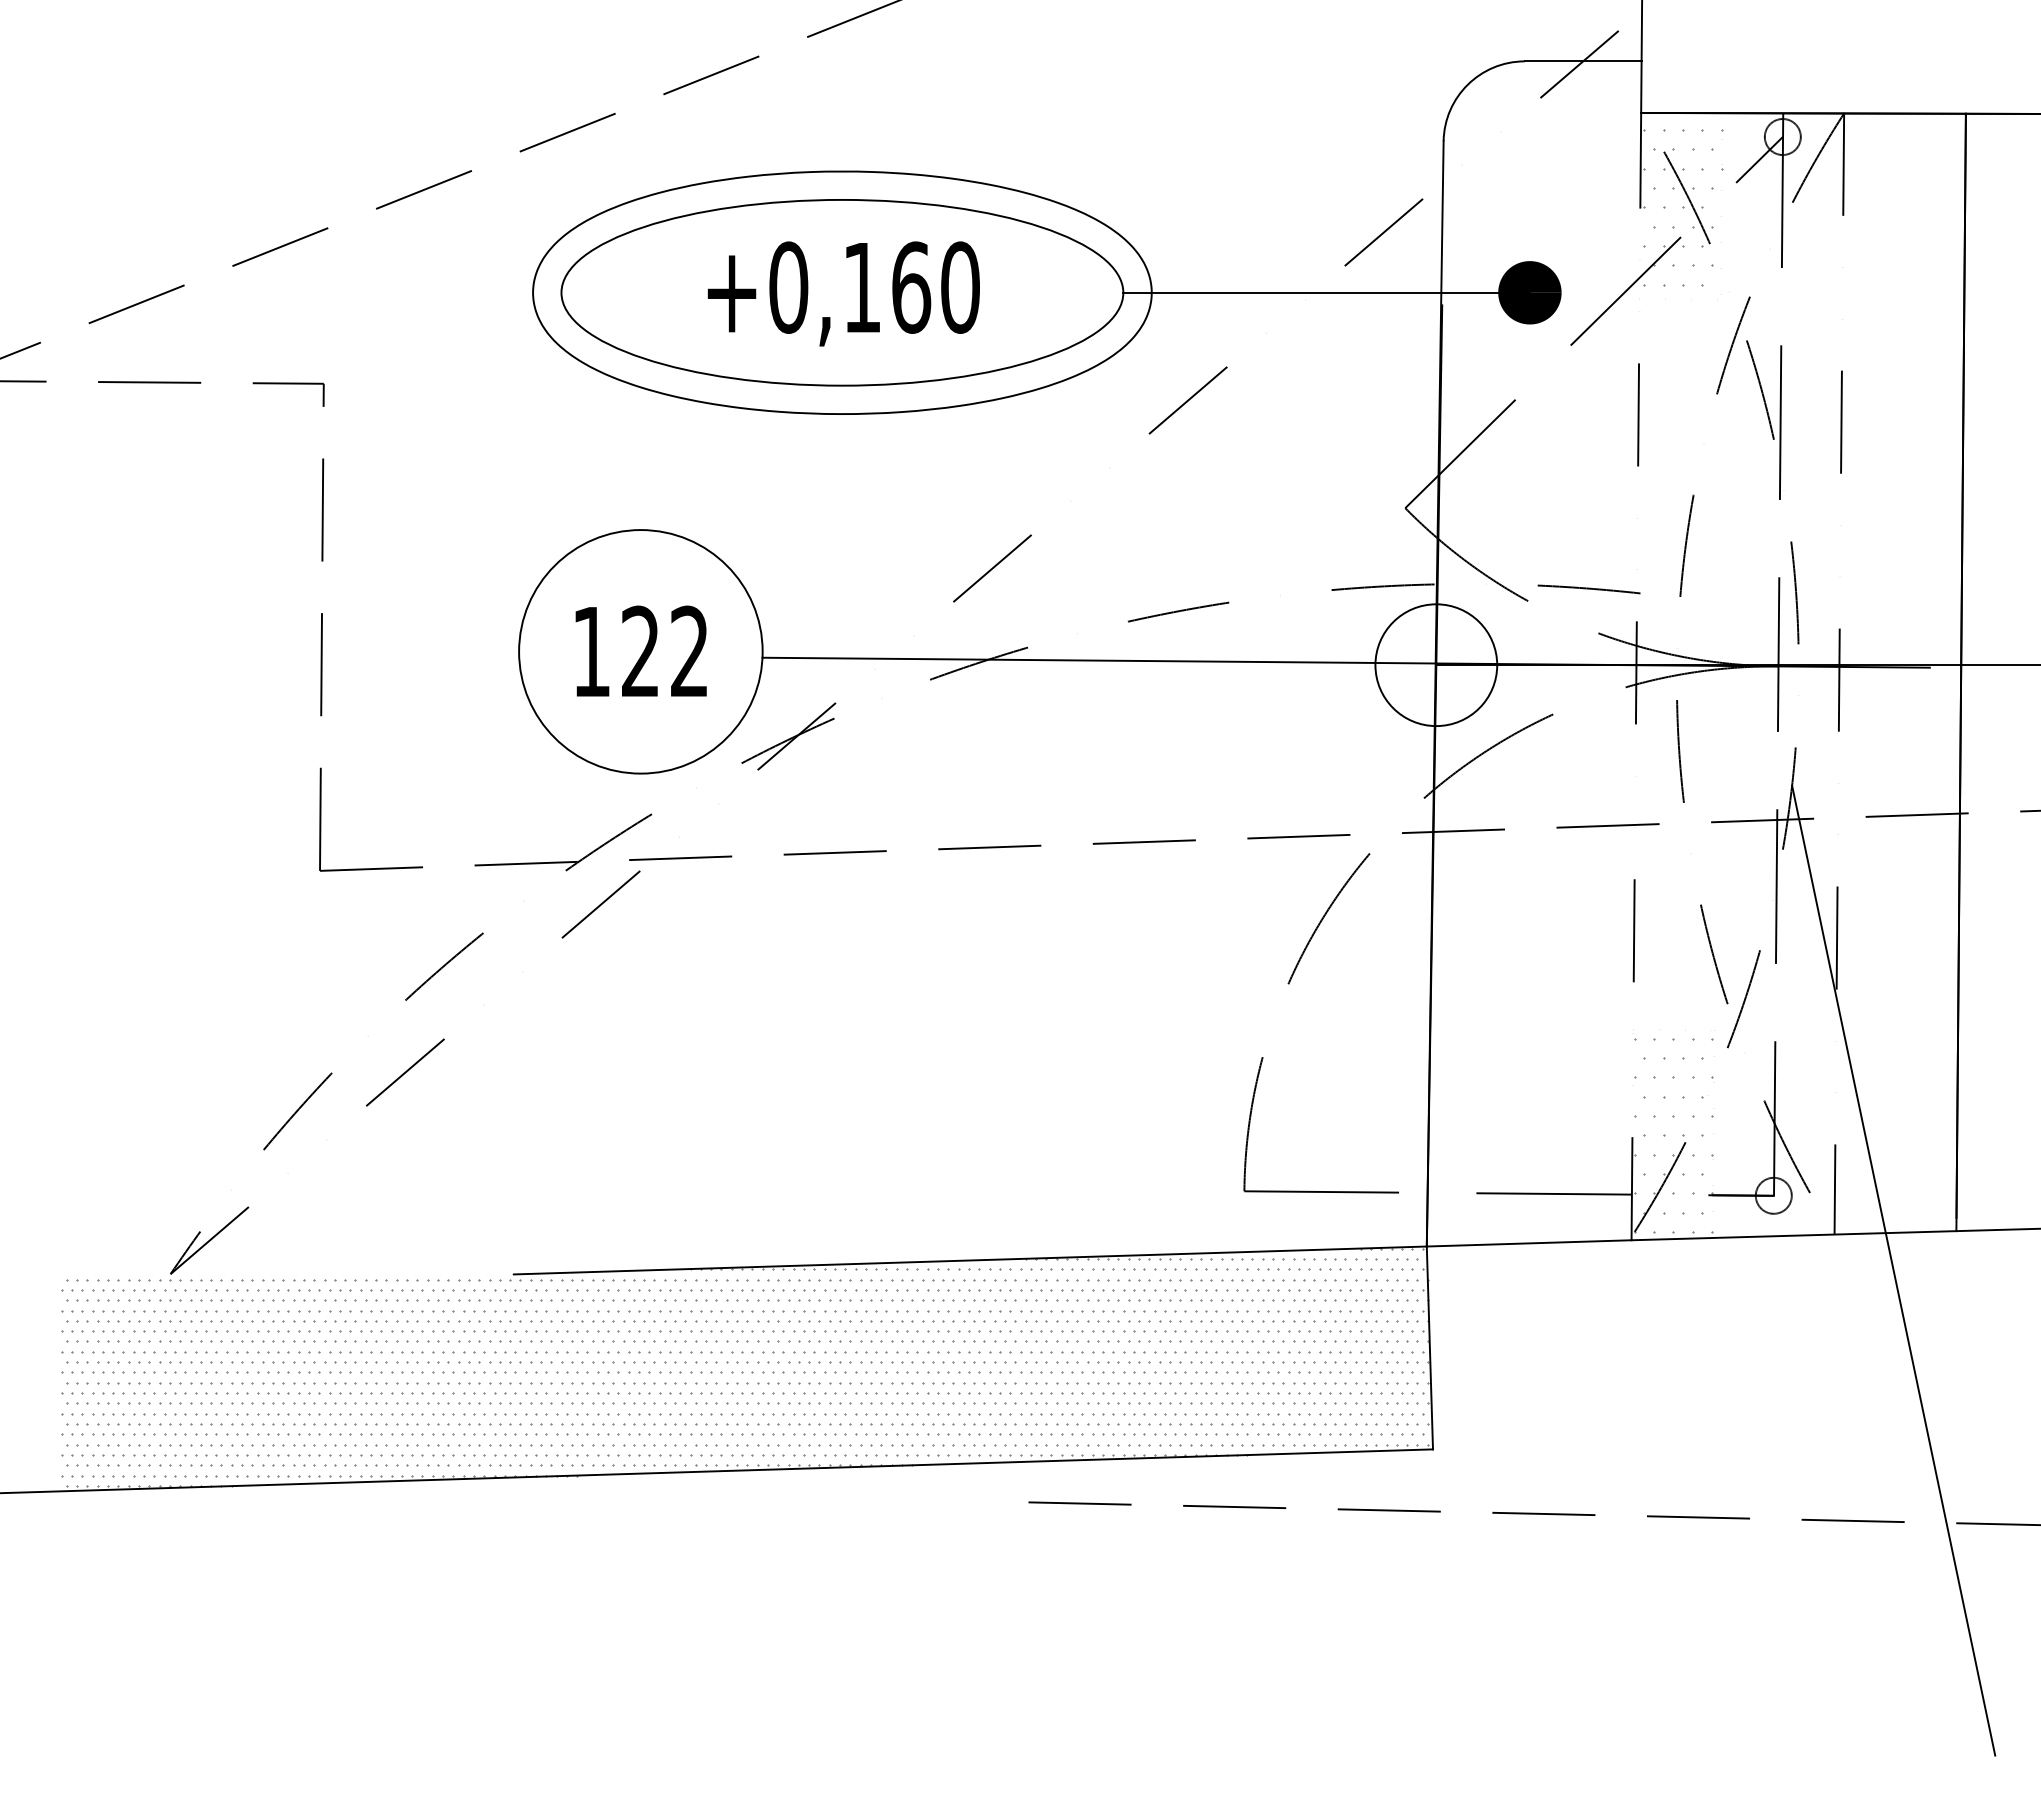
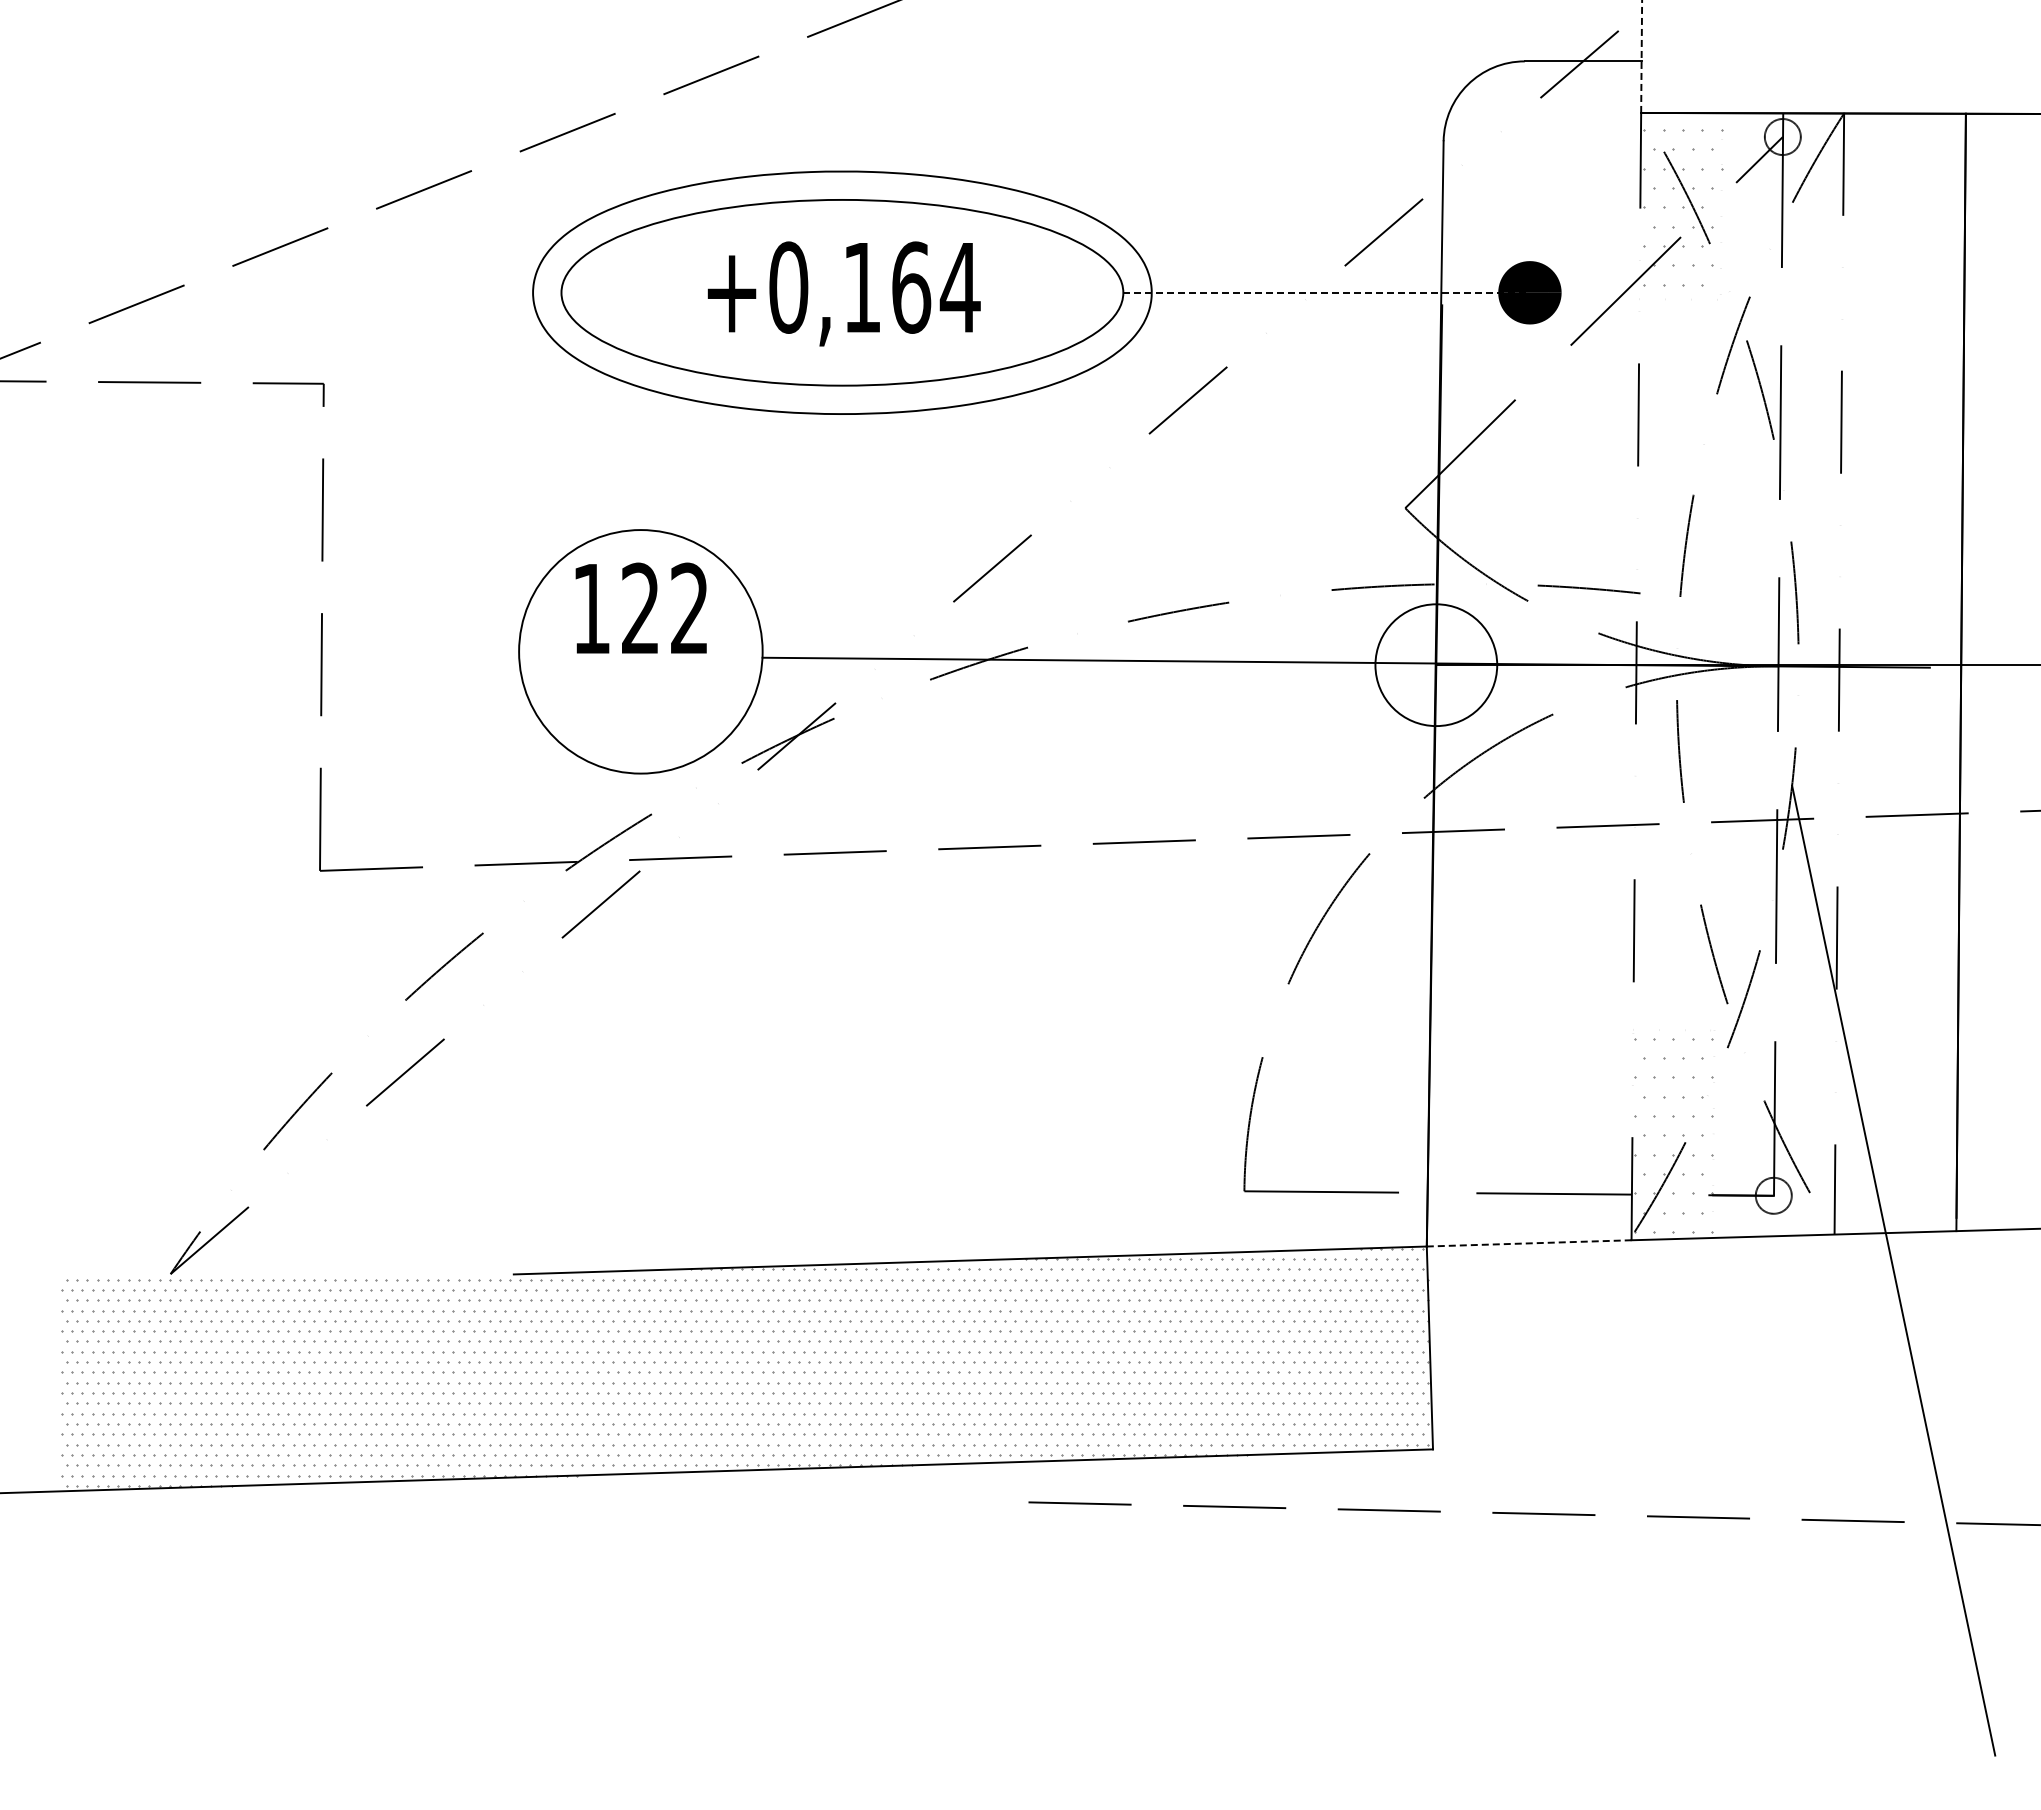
line at (1641, 56): solid -> dashed
text at (959, 287): +0,160 -> +0,164
line at (1327, 292): solid -> dashed
text at (640, 650) position: (640, 650) -> (640, 607)
line at (1529, 1243): solid -> dashed
